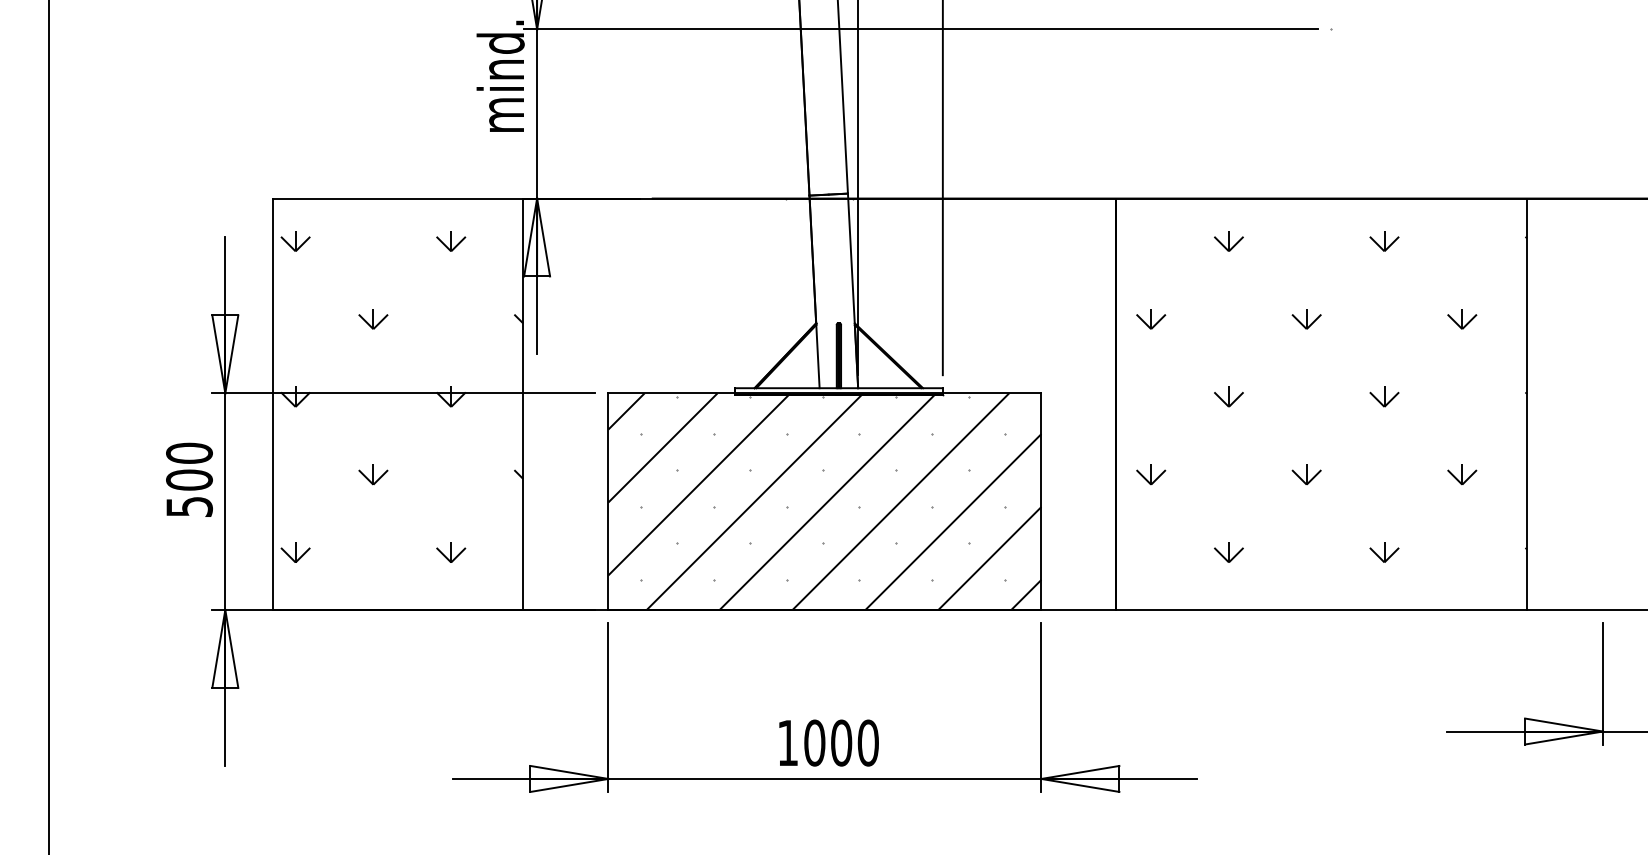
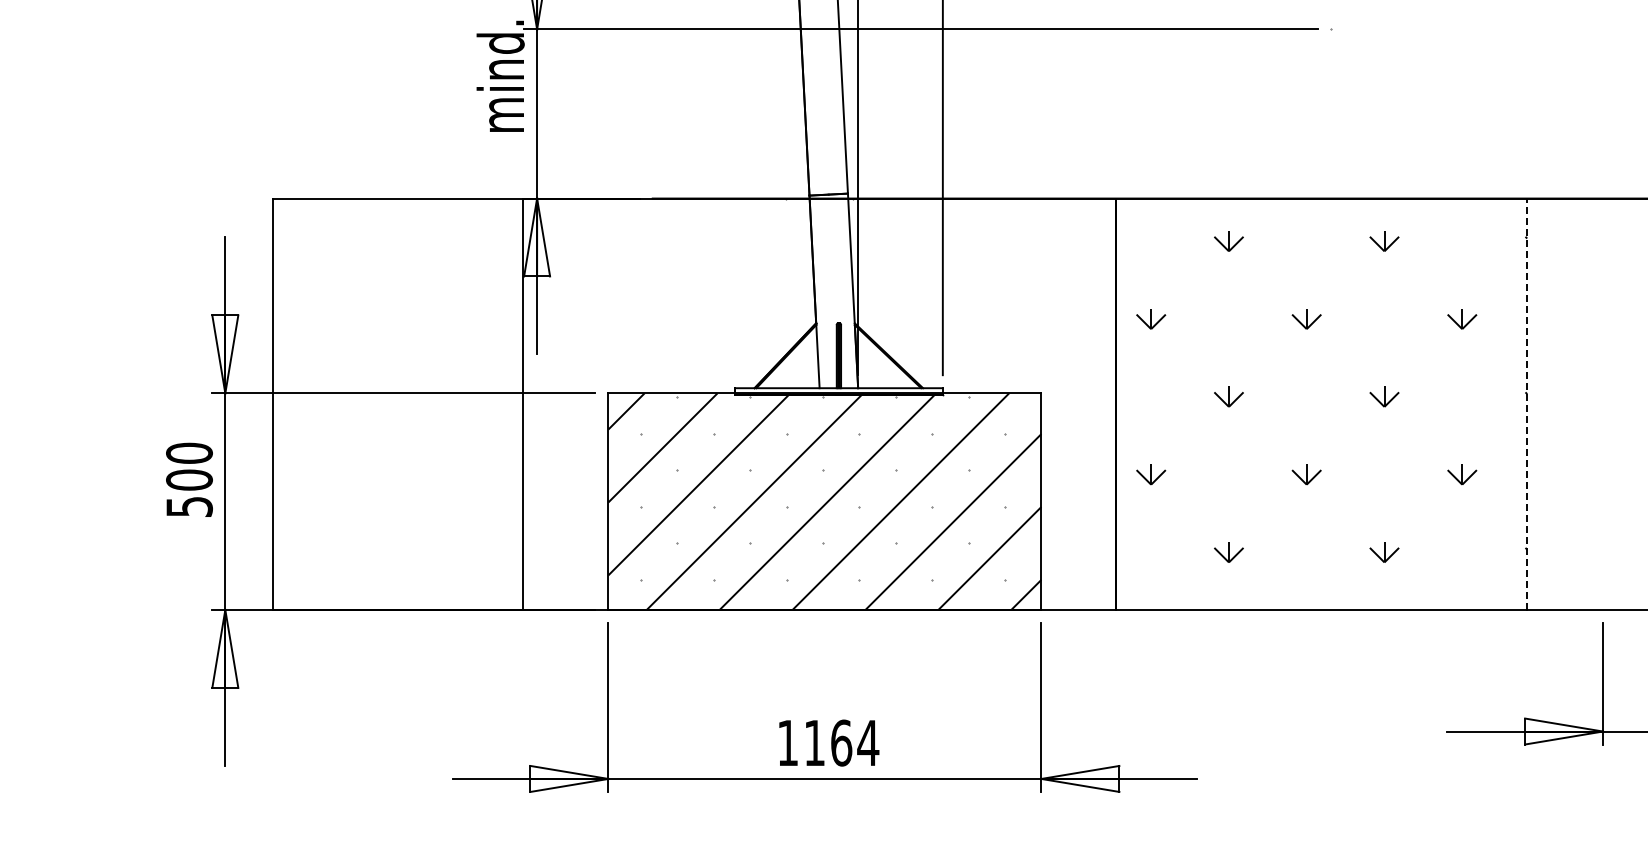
hatch at (402, 396): present -> none
line at (1527, 404): solid -> dashed
line at (49, 426): present -> none
text at (841, 742): 1000 -> 1164
